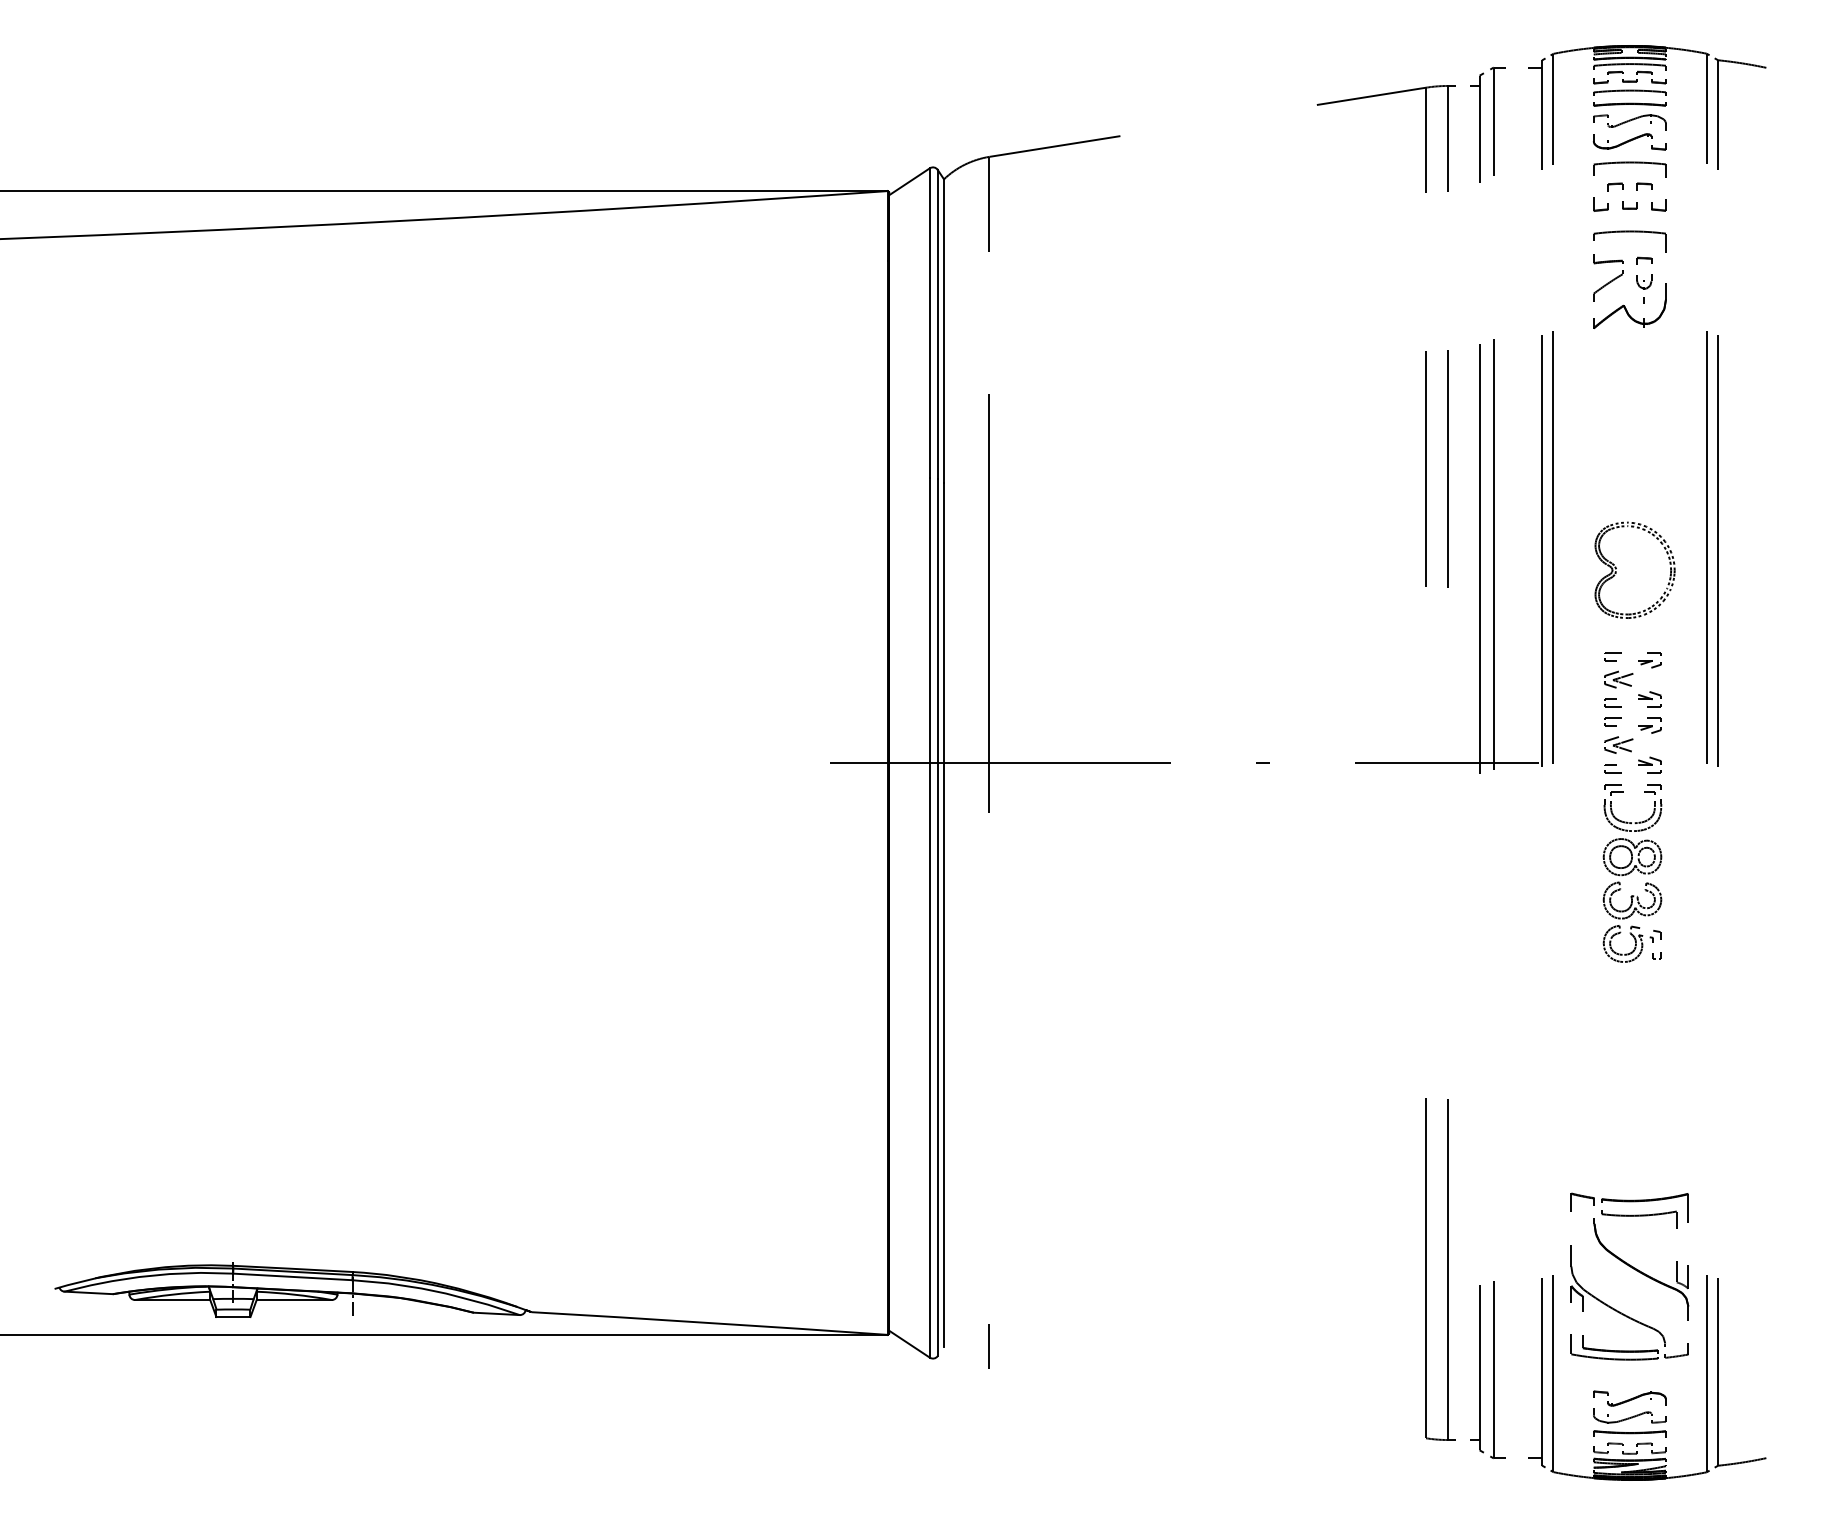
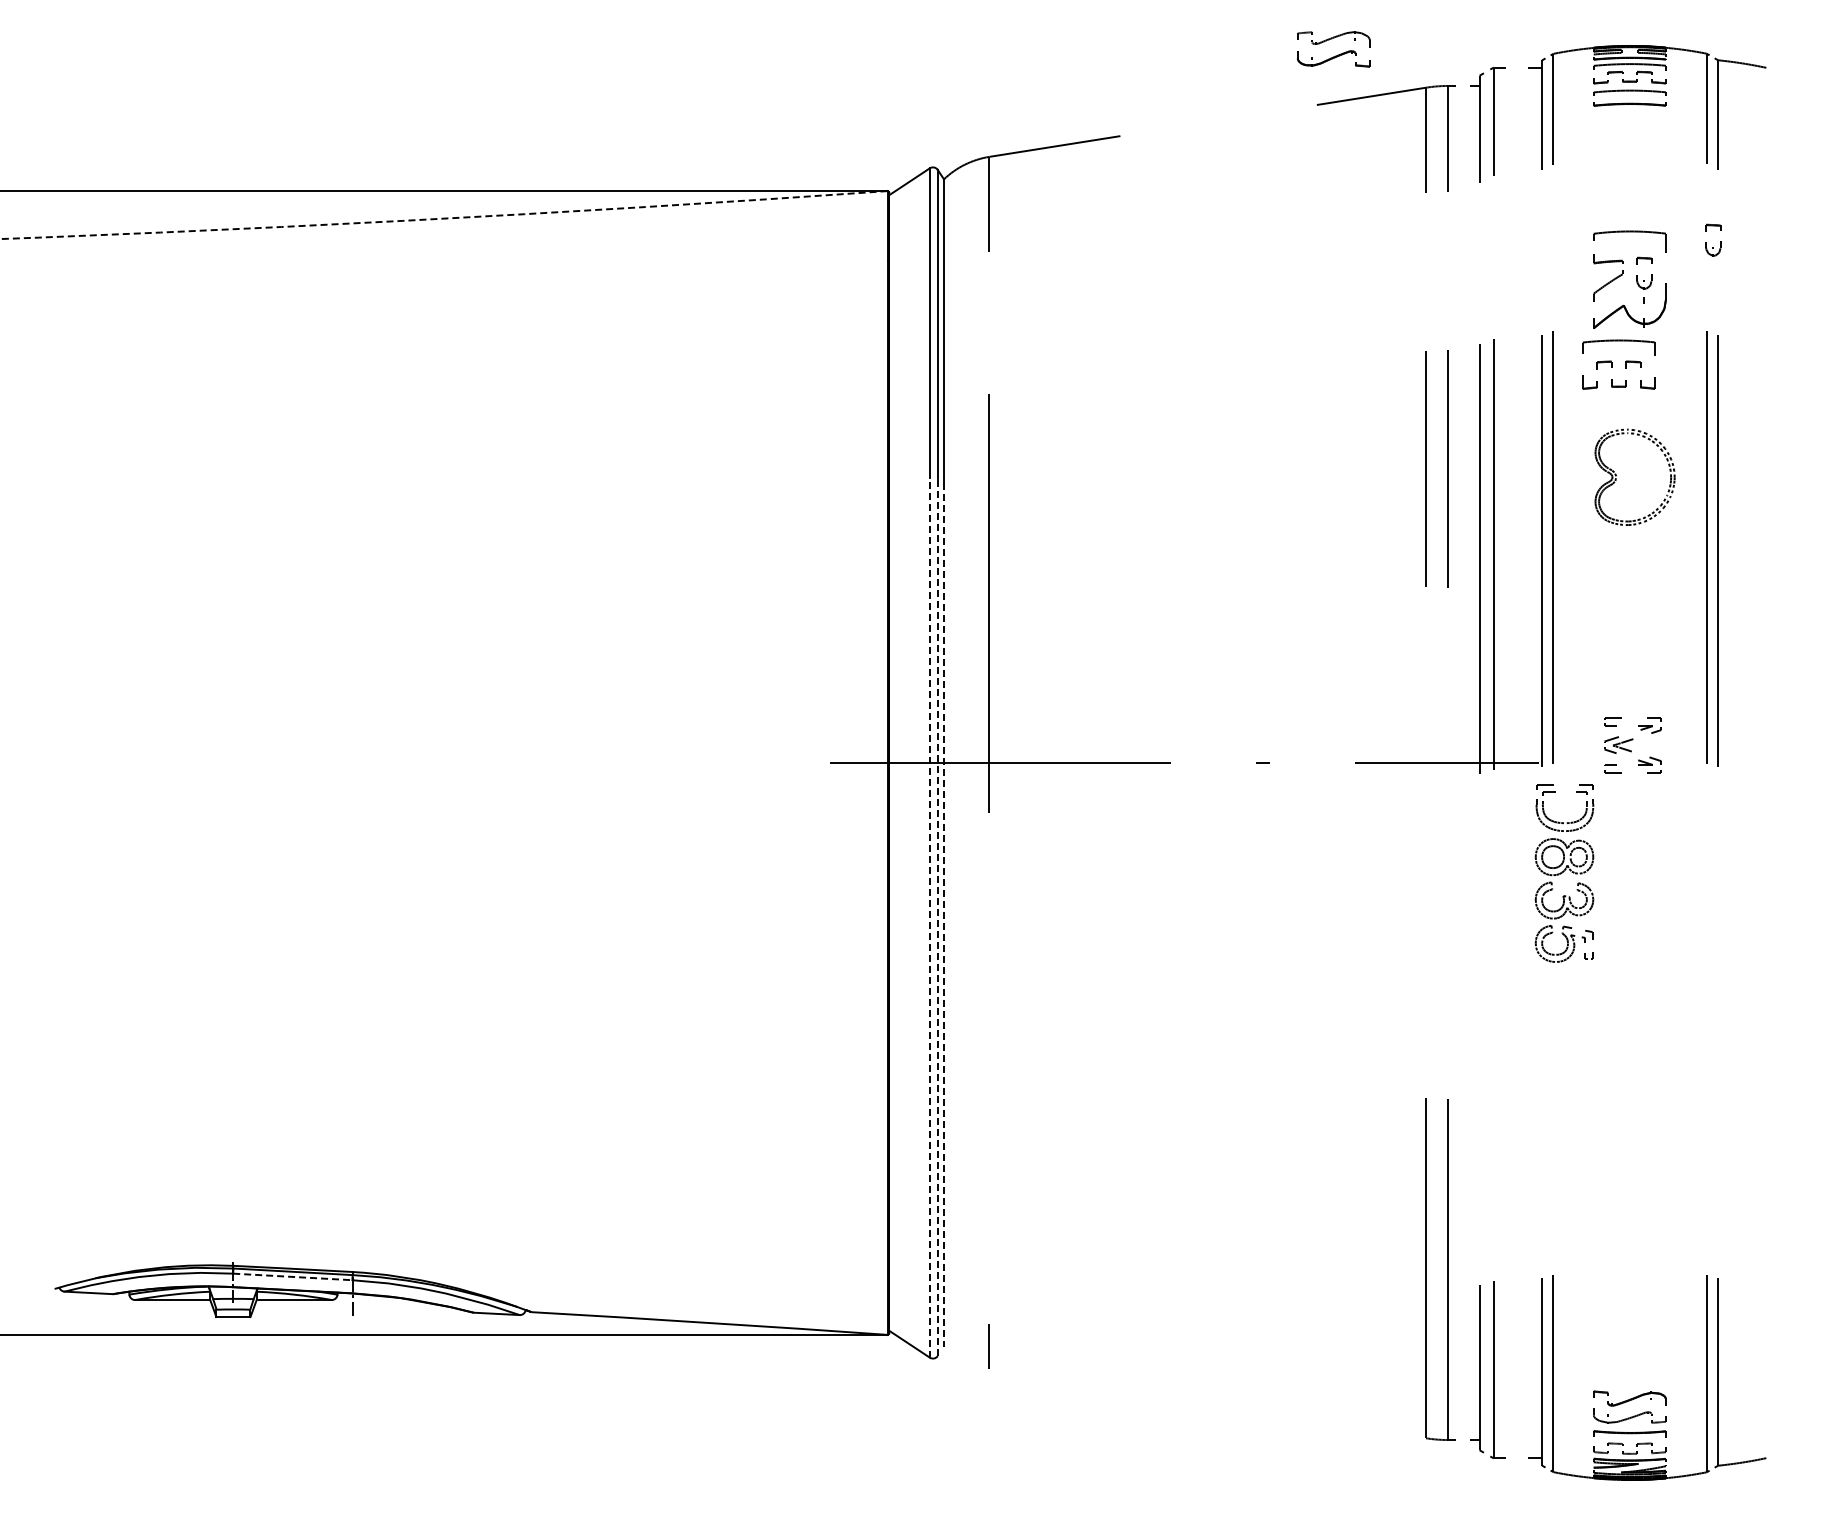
part at (1631, 138) position: (1631, 138) -> (1335, 55)
part at (1629, 186) position: (1629, 186) -> (1618, 364)
arc at (443, 218): solid -> dashed
part at (1720, 241): none -> present
part at (1616, 569) position: (1616, 569) -> (1616, 476)
part at (1632, 679): present -> none
part at (1632, 873) position: (1632, 873) -> (1564, 873)
line at (943, 914): solid -> dashed
line at (929, 917): solid -> dashed
line at (937, 917): solid -> dashed
part at (1633, 1269): present -> none
line at (292, 1276): solid -> dashed
